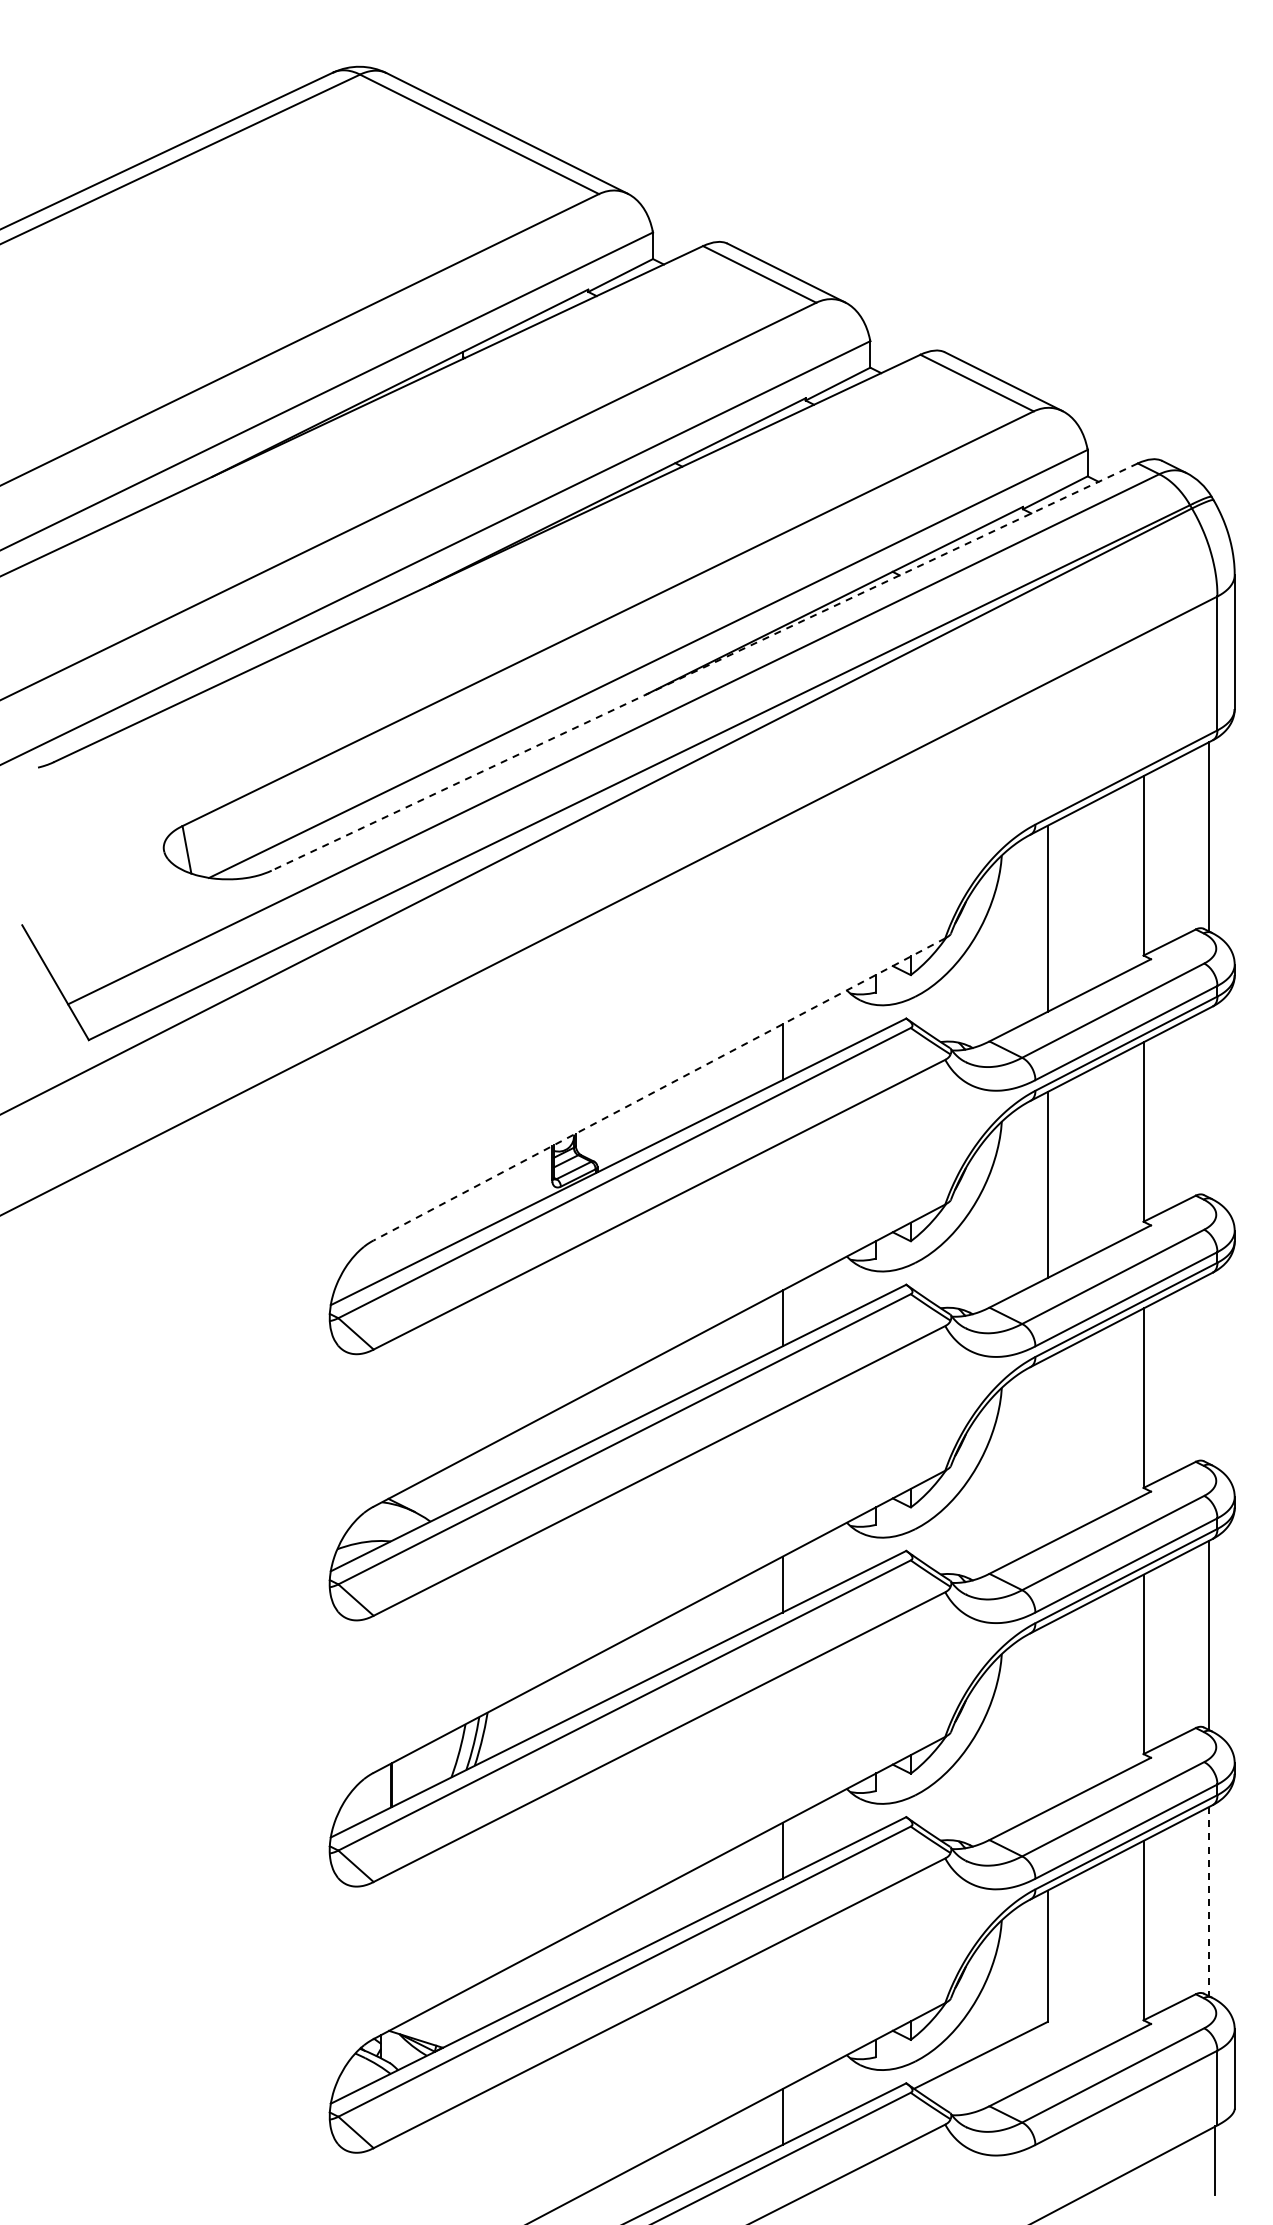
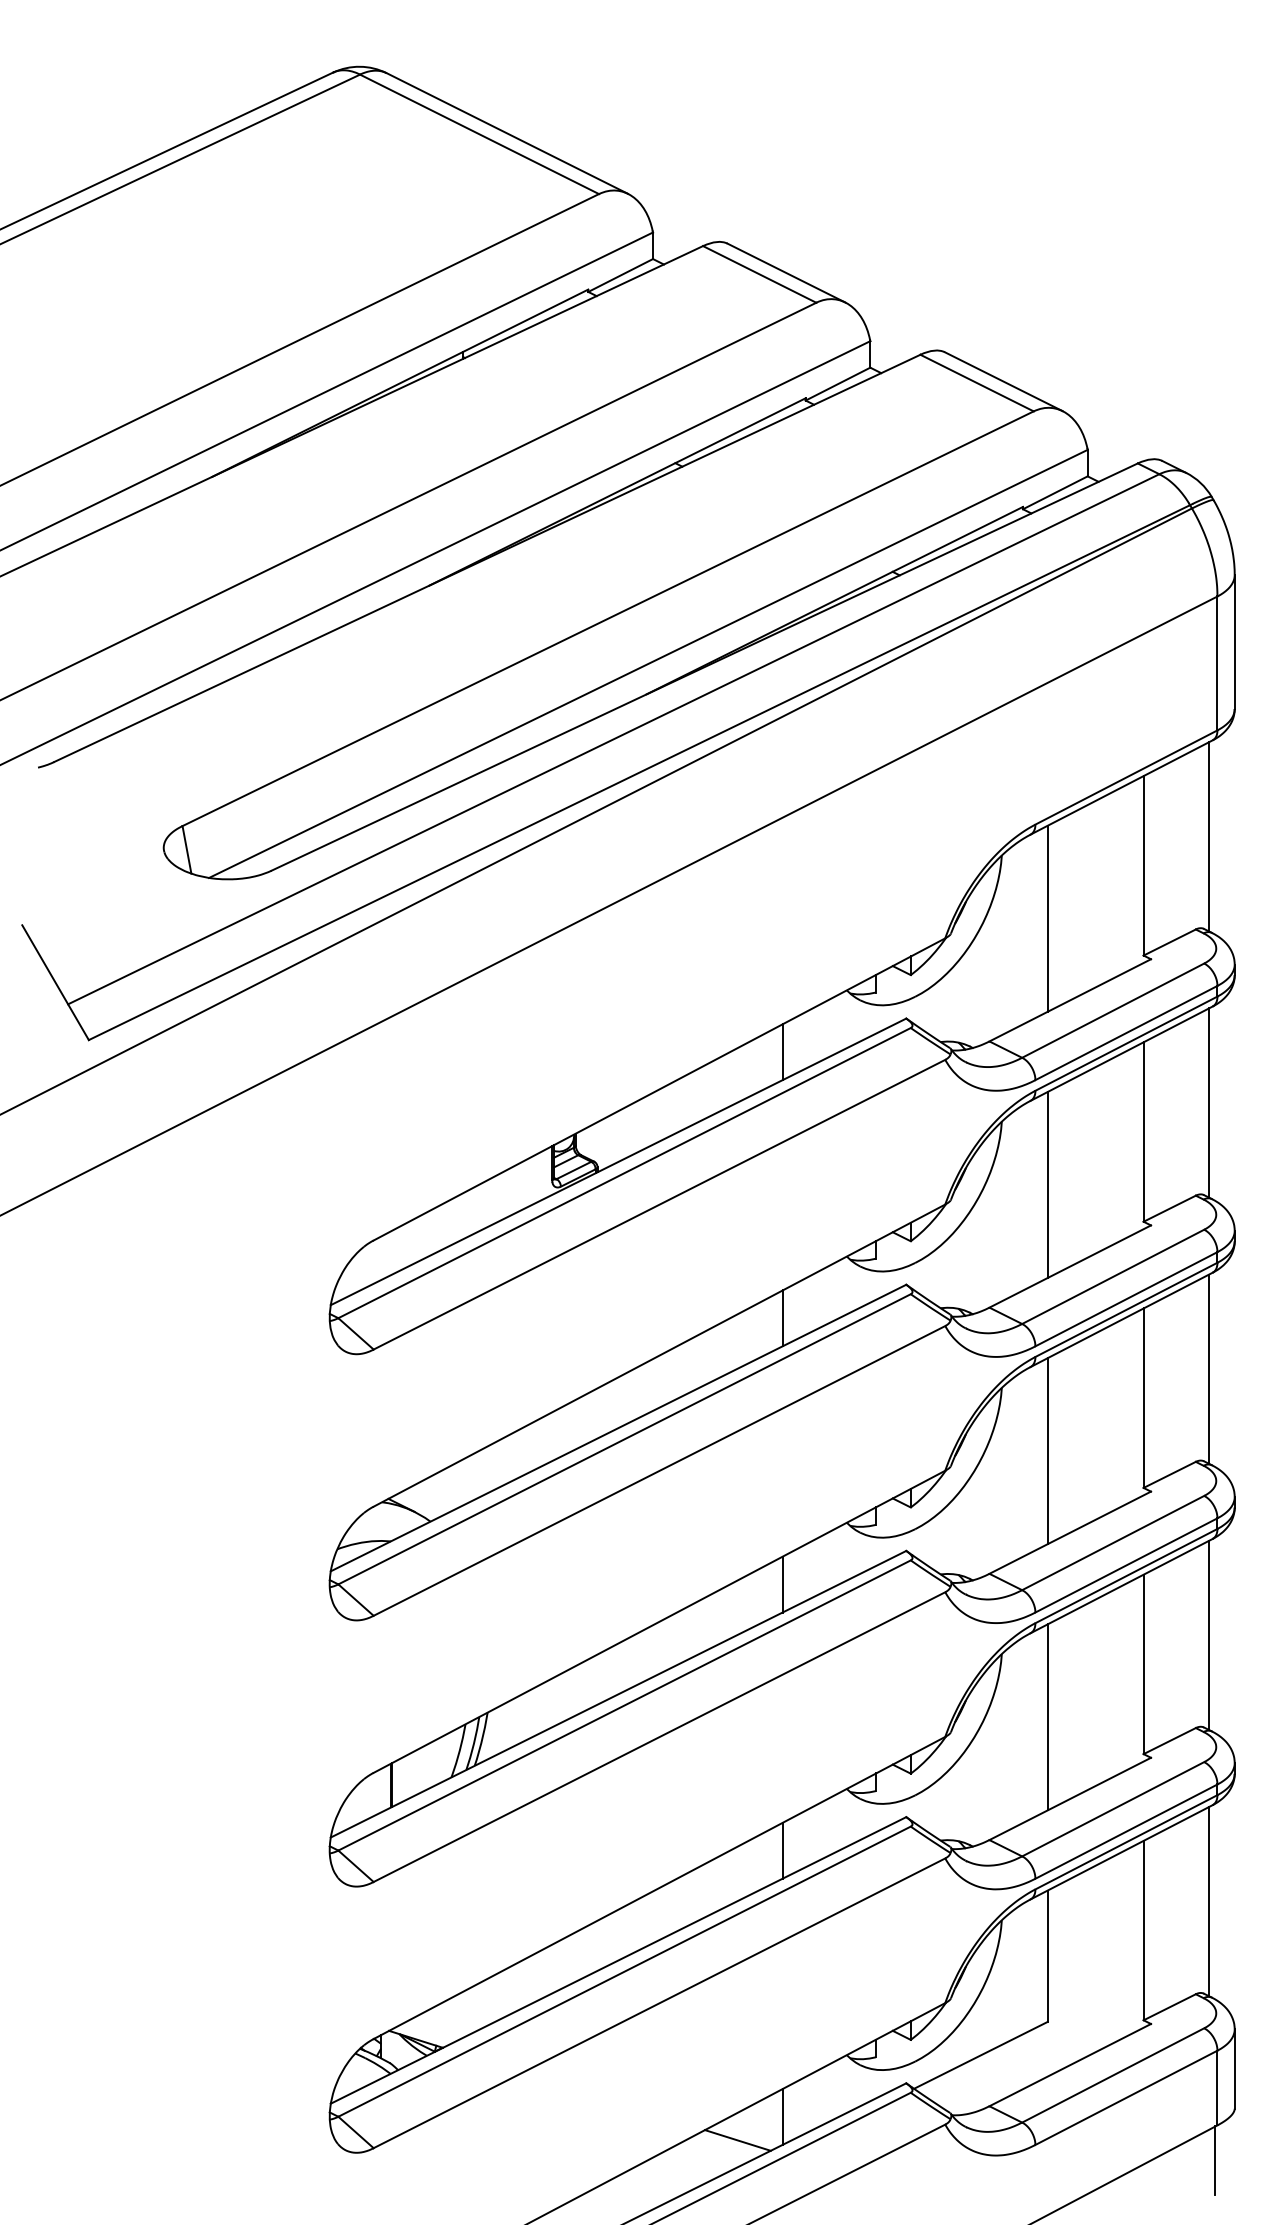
line at (704, 667): dashed -> solid
line at (659, 1089): dashed -> solid
line at (1208, 1102): none -> present
line at (1208, 1368): none -> present
line at (1047, 1451): none -> present
line at (1047, 1717): none -> present
line at (1208, 1901): dashed -> solid
line at (737, 2140): none -> present
